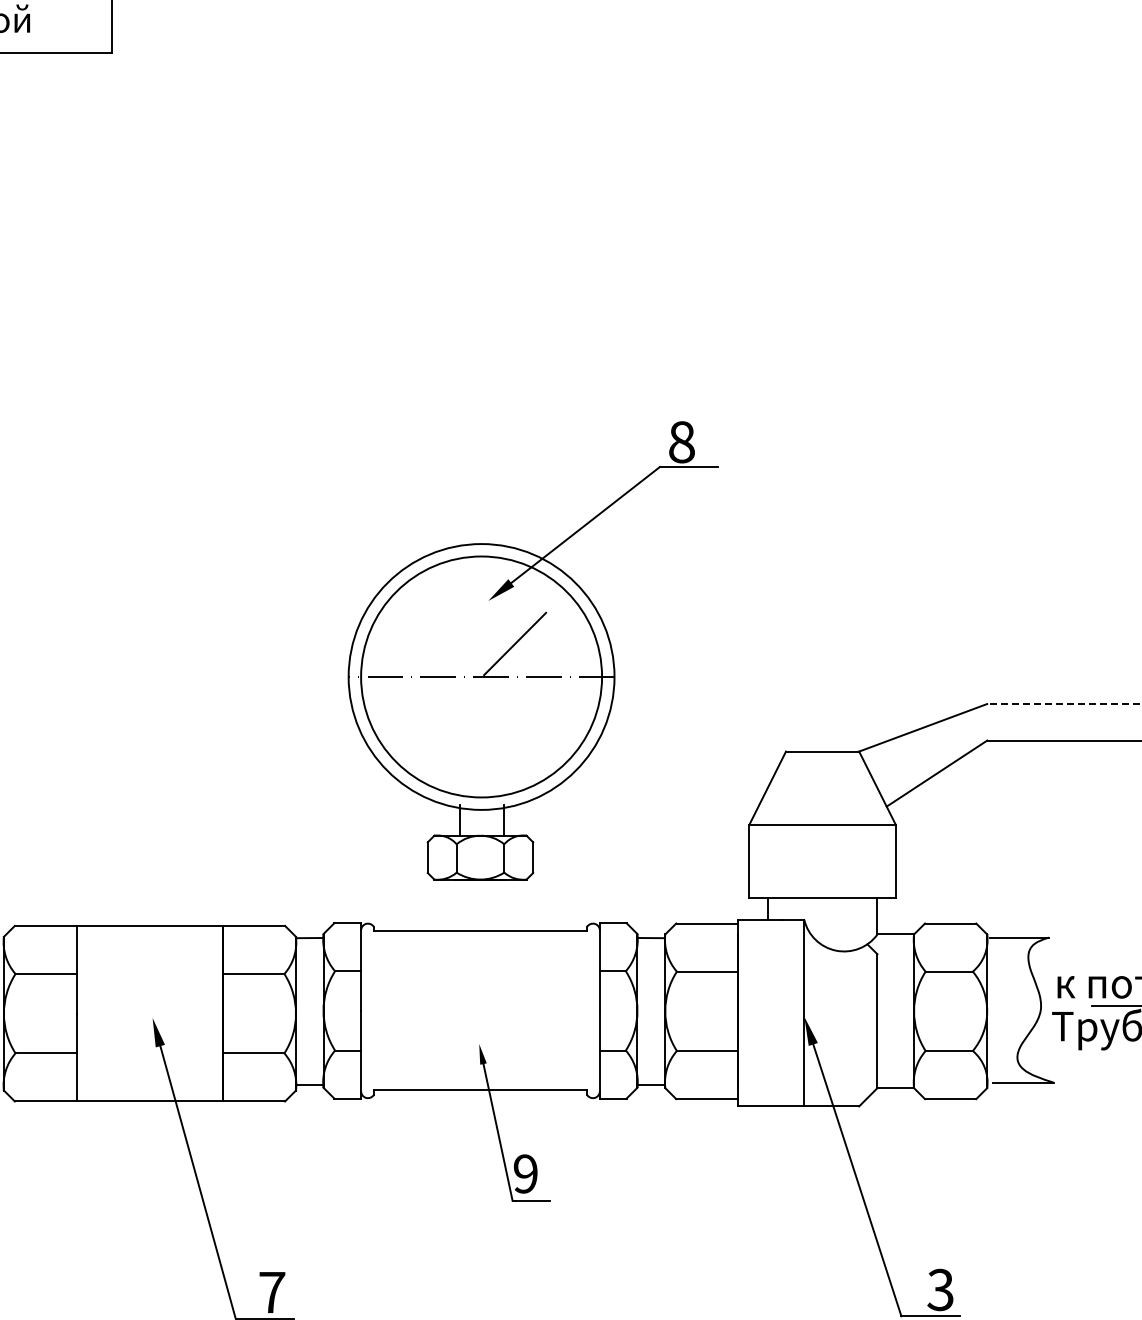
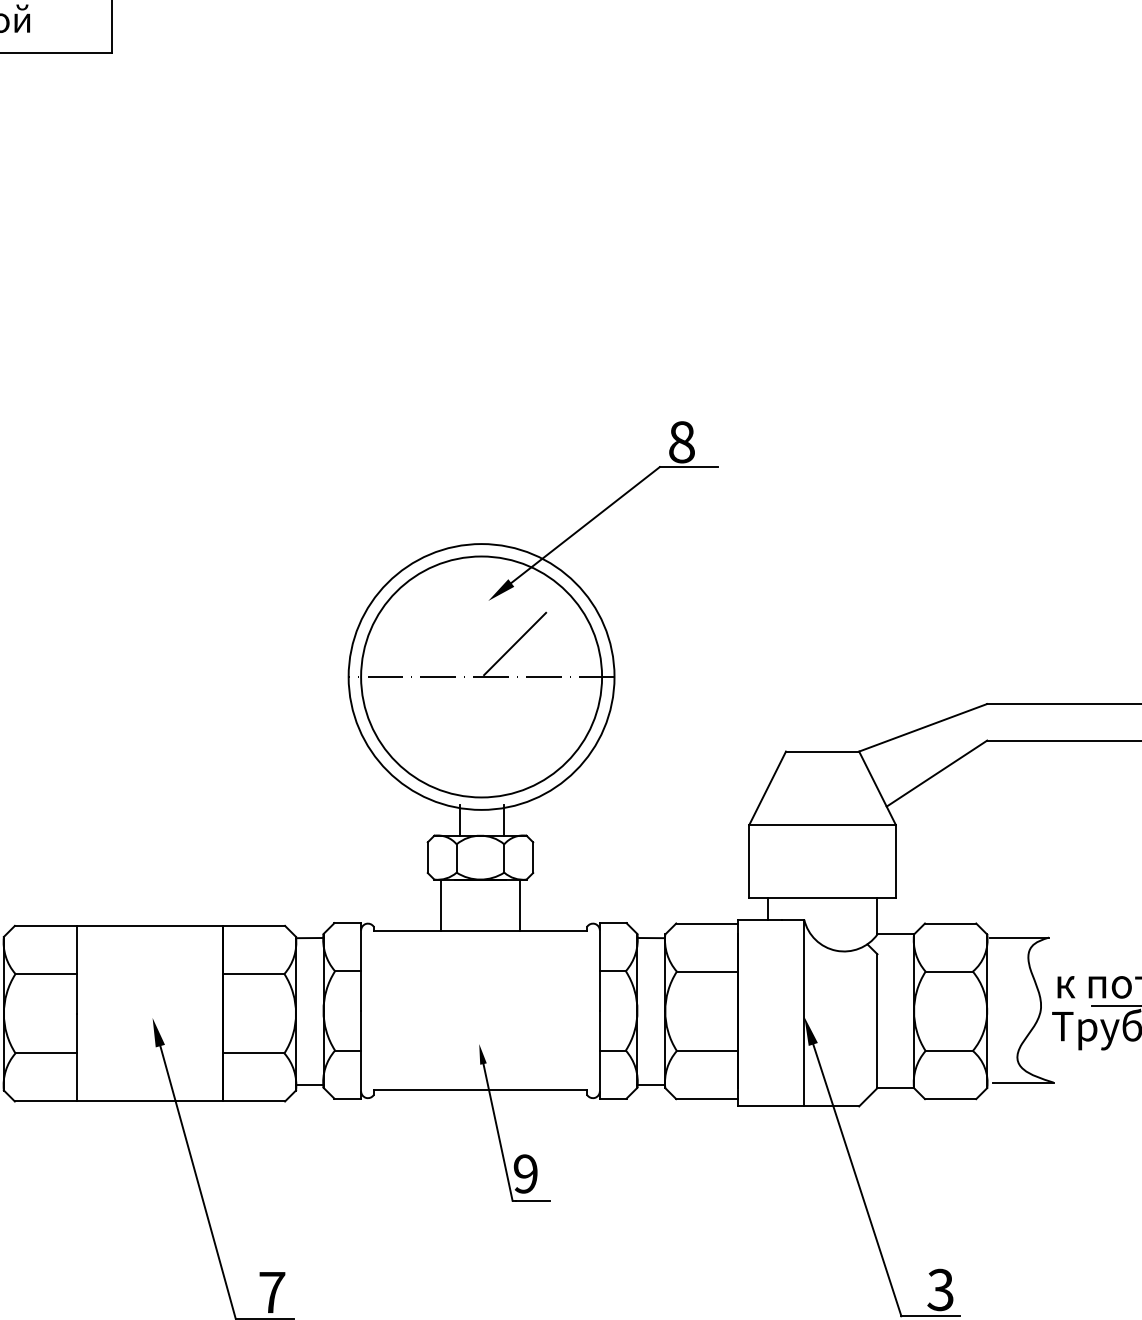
line at (1064, 704): dashed -> solid
line at (440, 905): none -> present
line at (520, 905): none -> present
